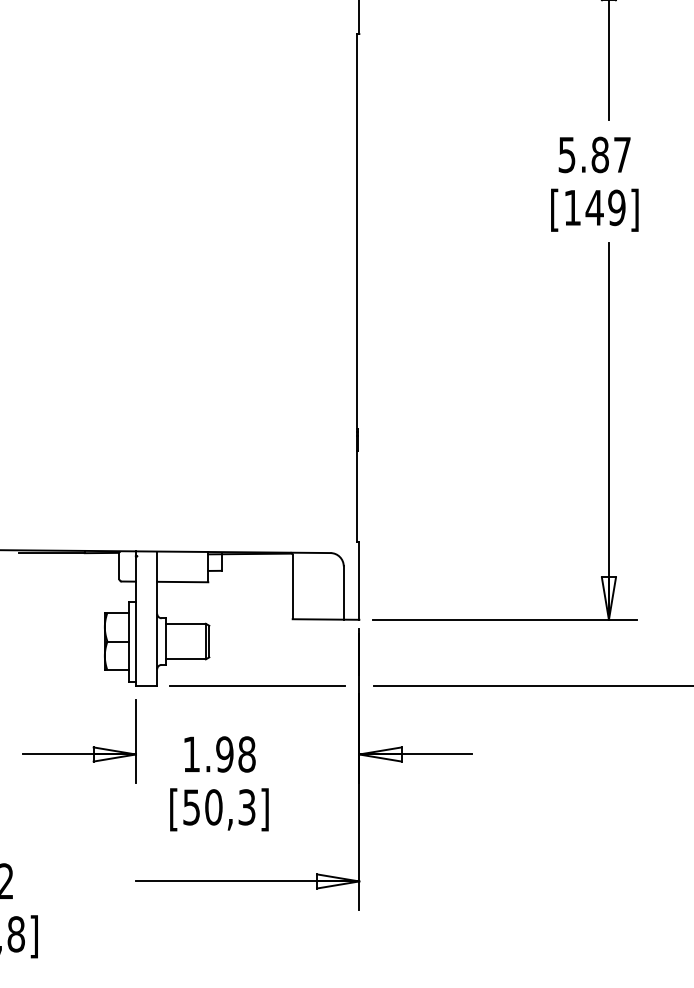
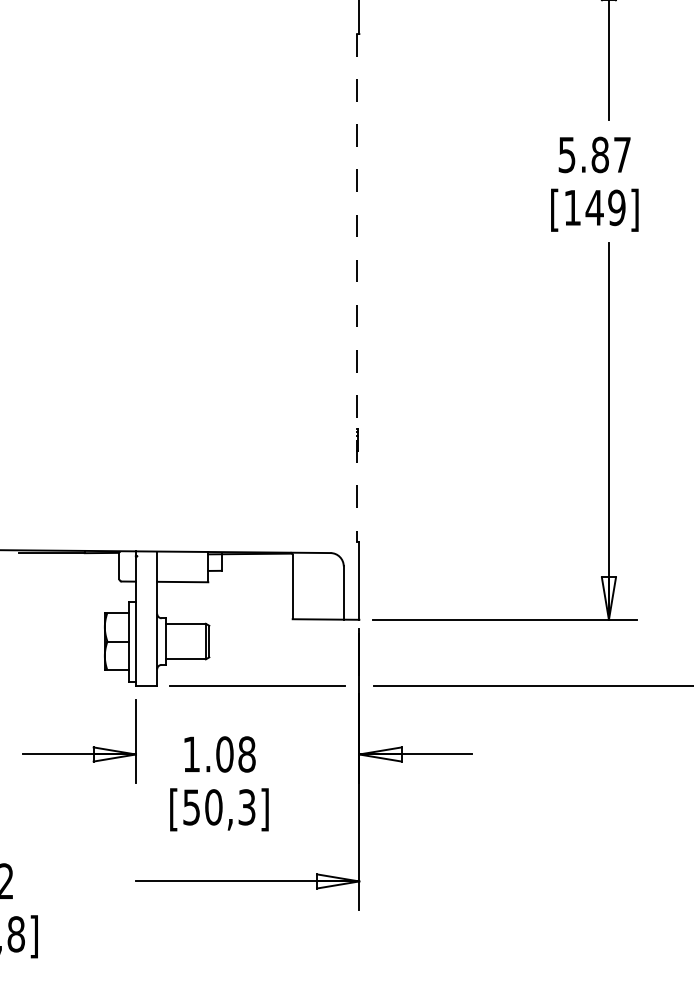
line at (357, 288): solid -> dashed
text at (224, 754): 1.98 -> 1.08
